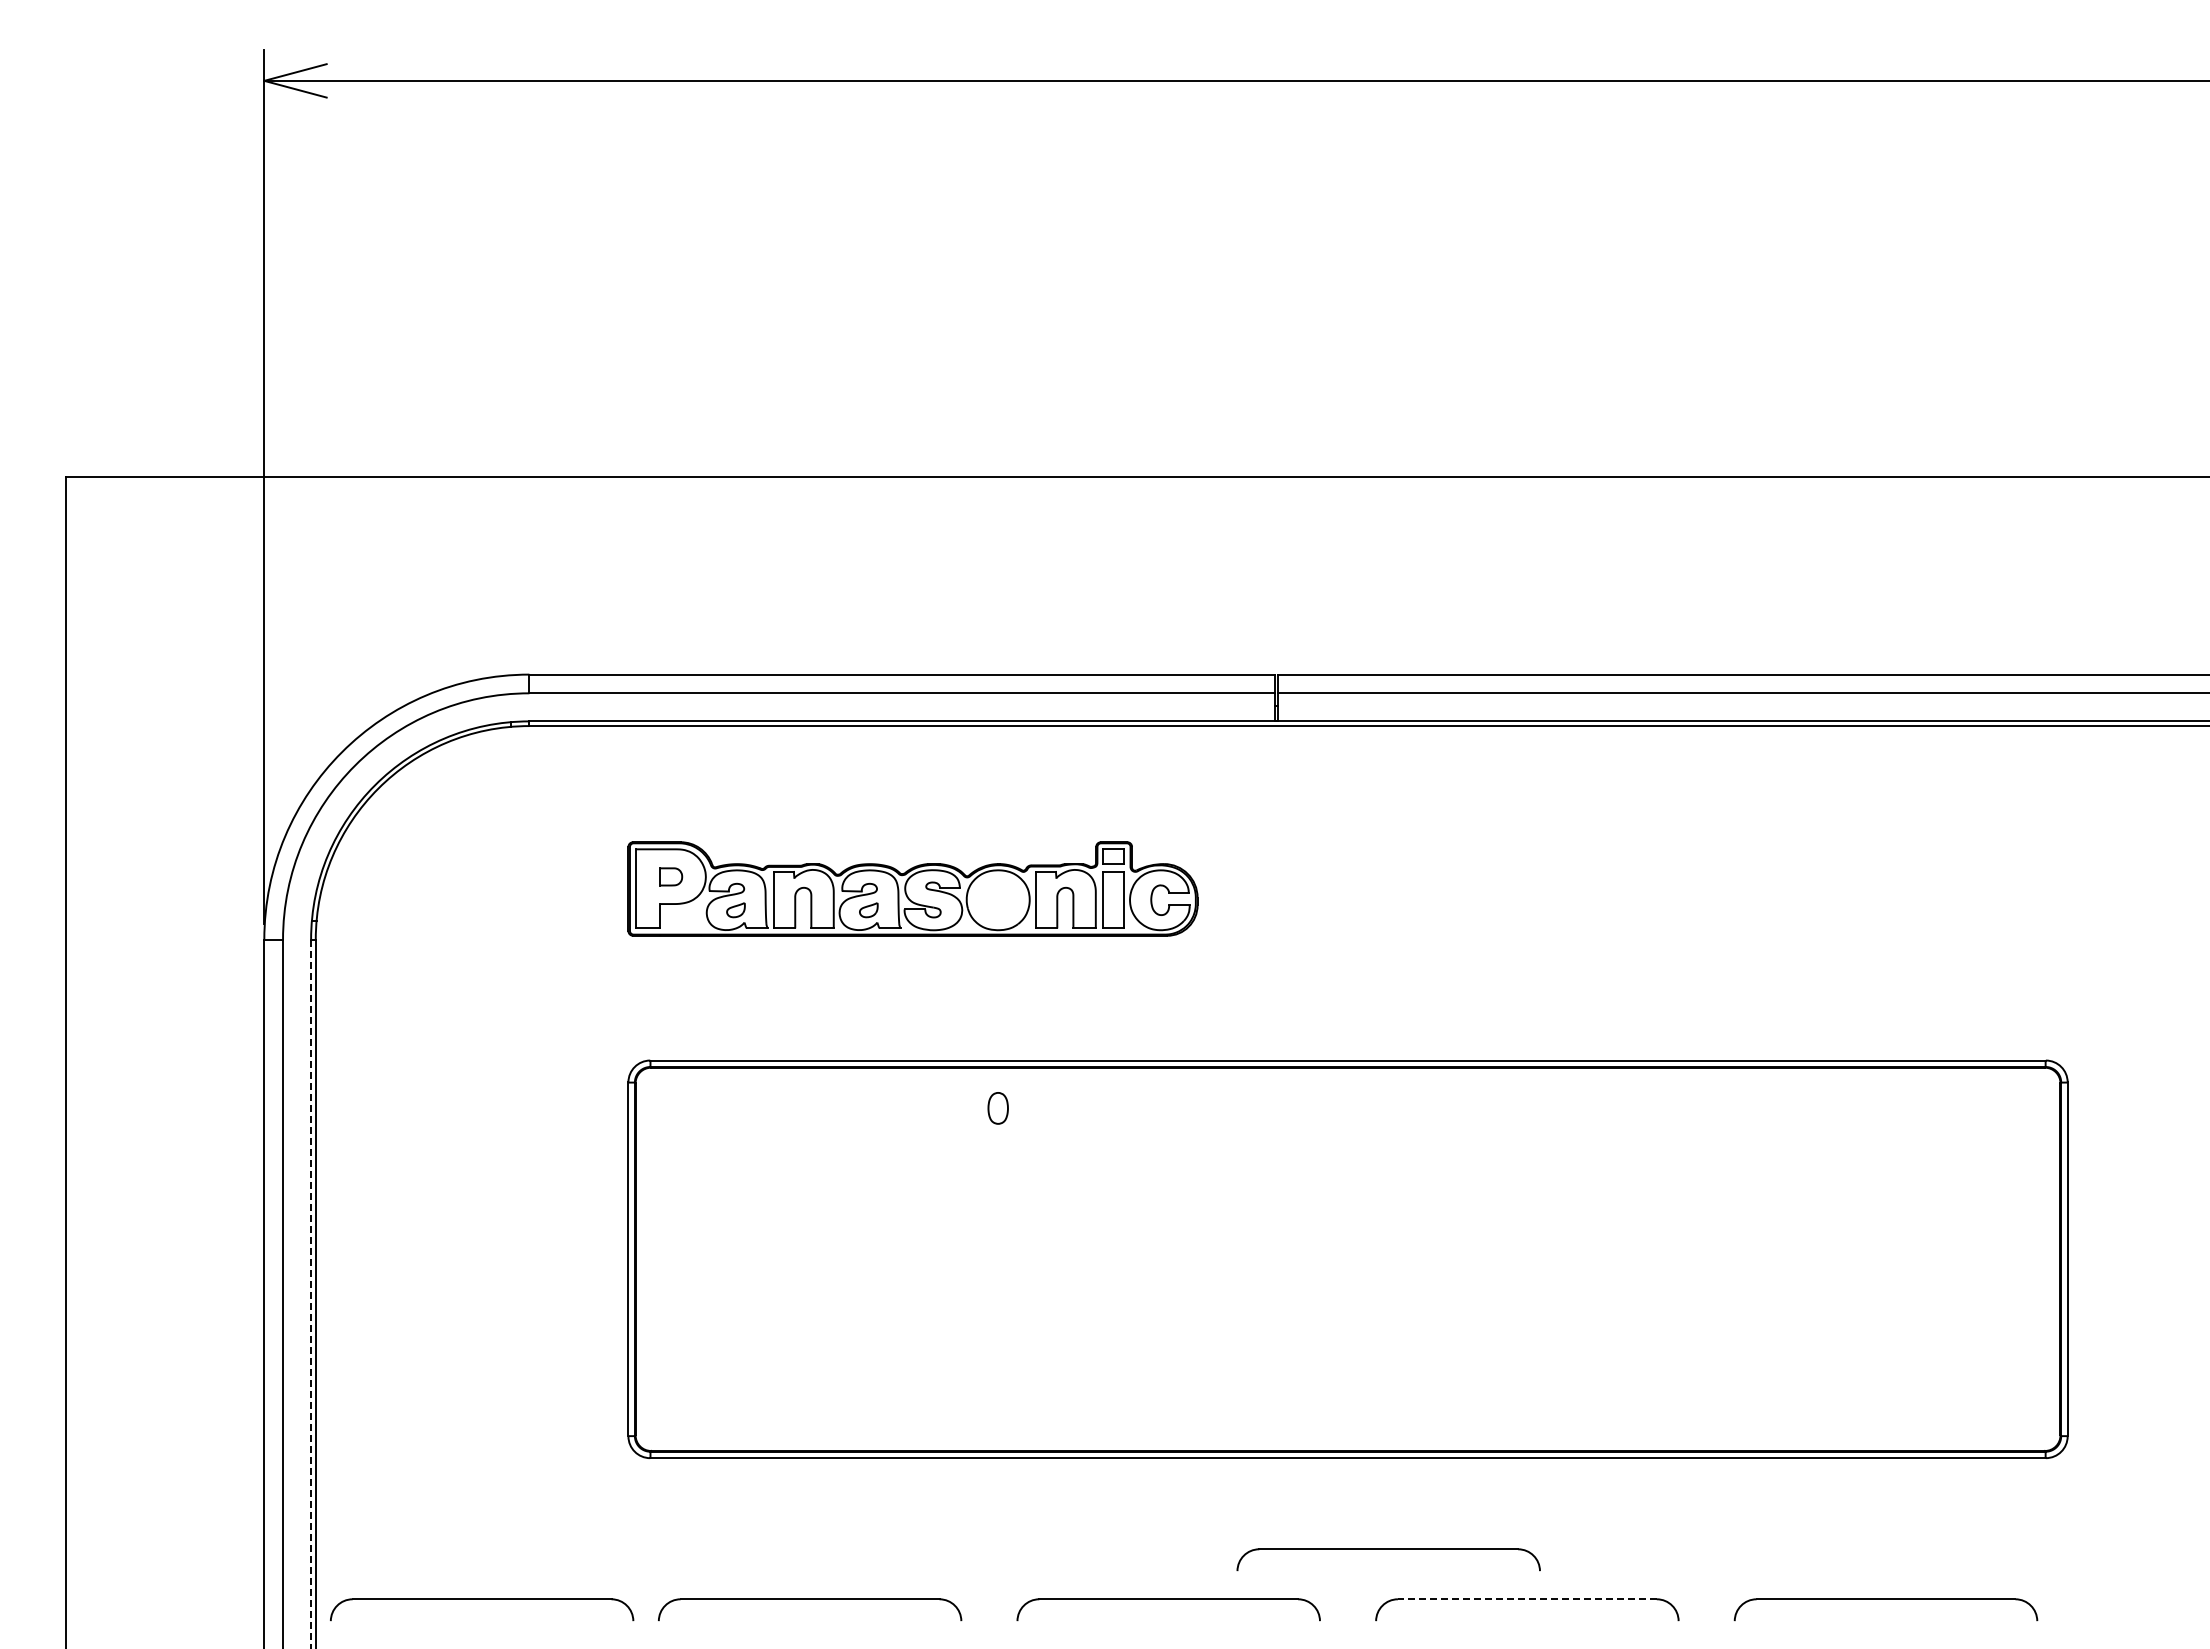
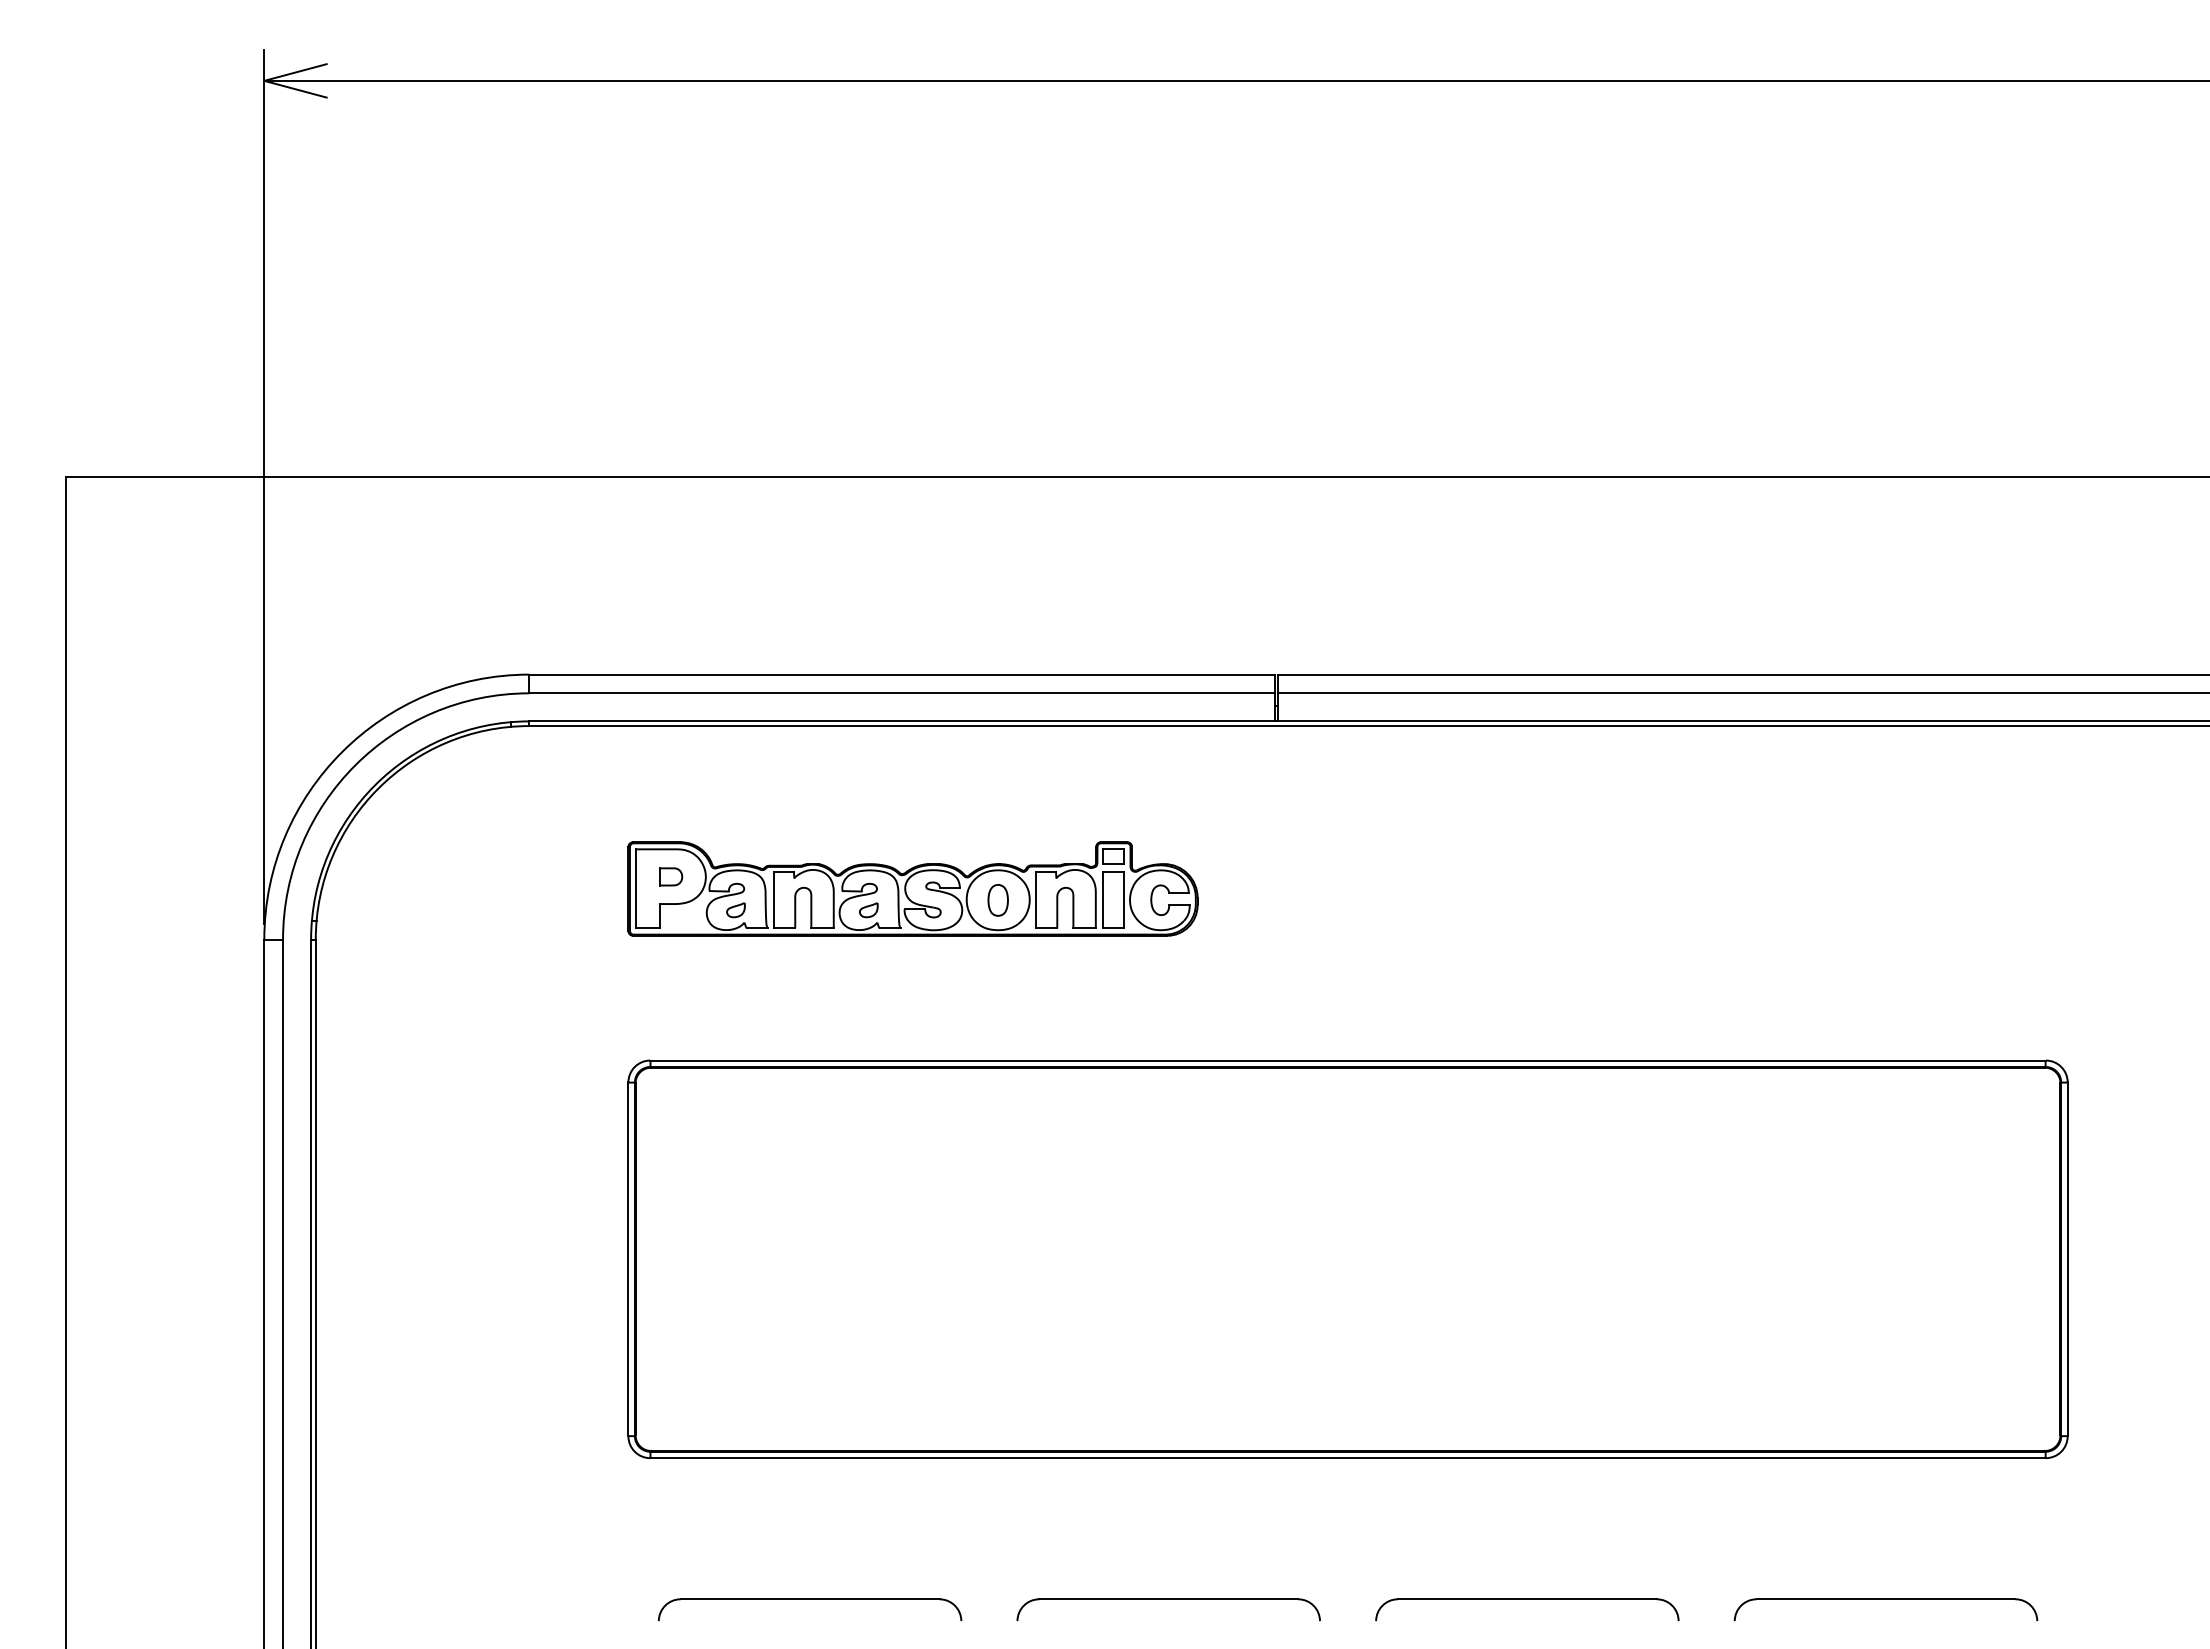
part at (997, 1108) position: (997, 1108) -> (997, 900)
line at (311, 1294): dashed -> solid
part at (1388, 1549): present -> none
part at (482, 1599): present -> none
line at (1526, 1599): dashed -> solid
